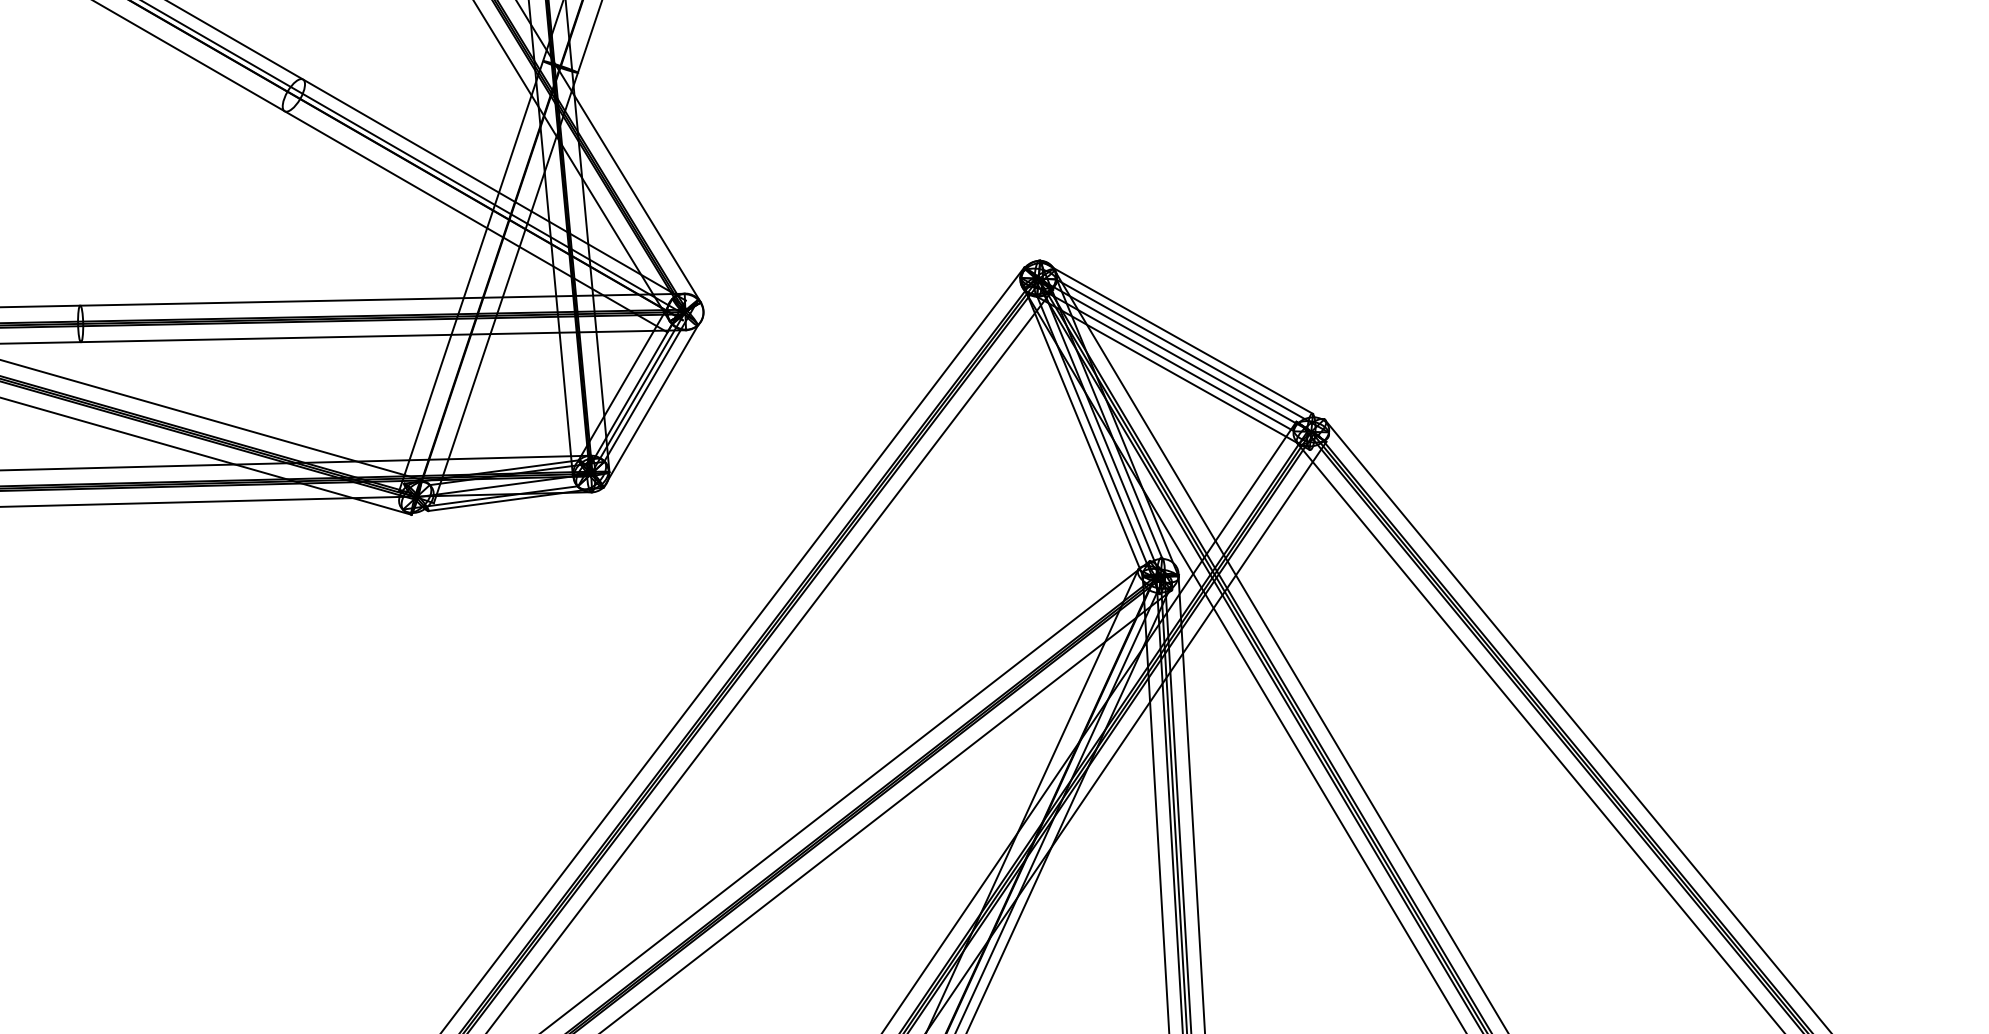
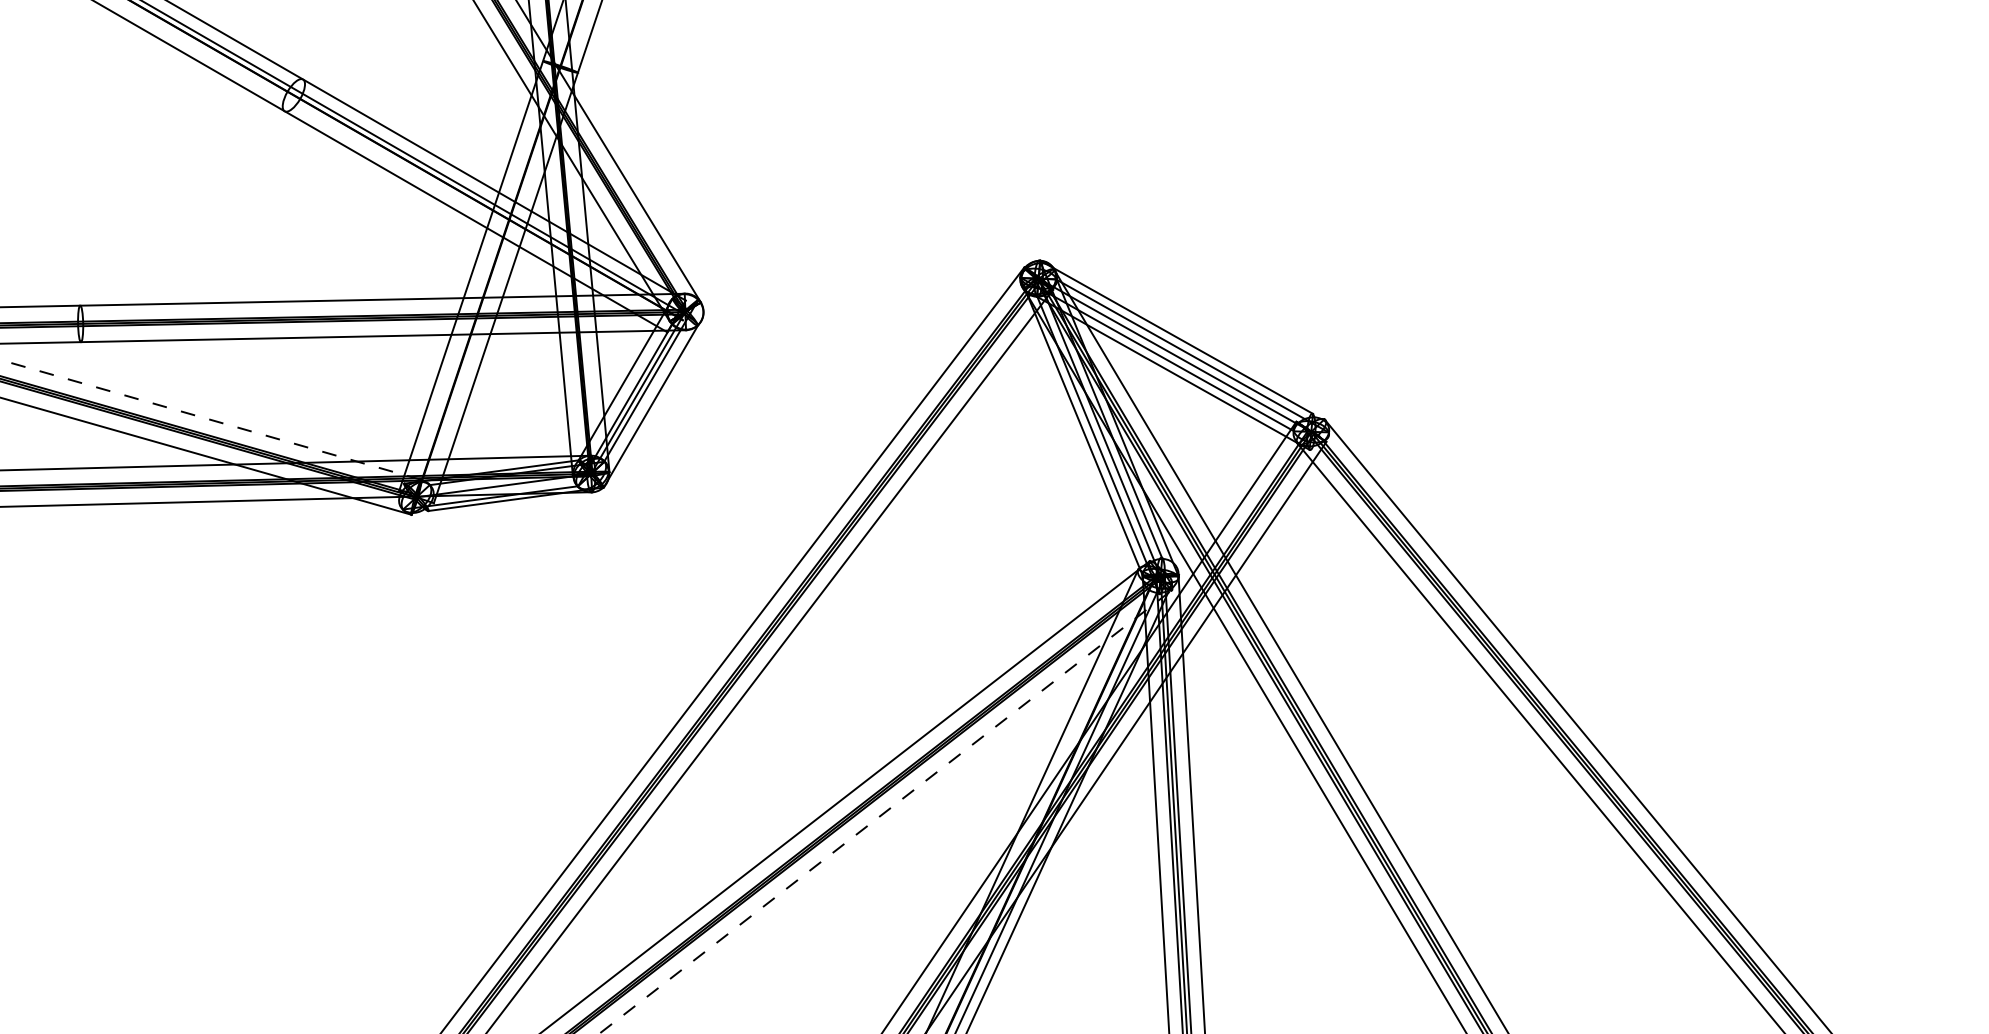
line at (210, 419): solid -> dashed
line at (885, 812): solid -> dashed
